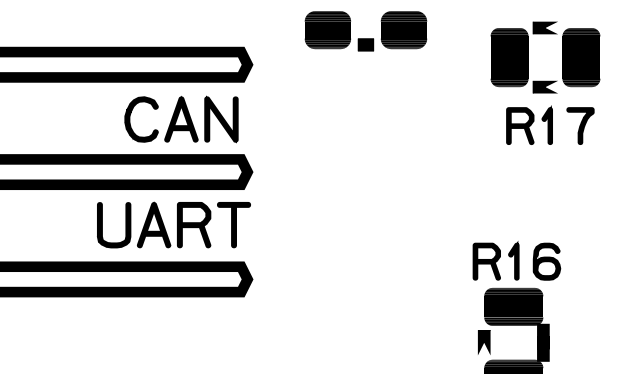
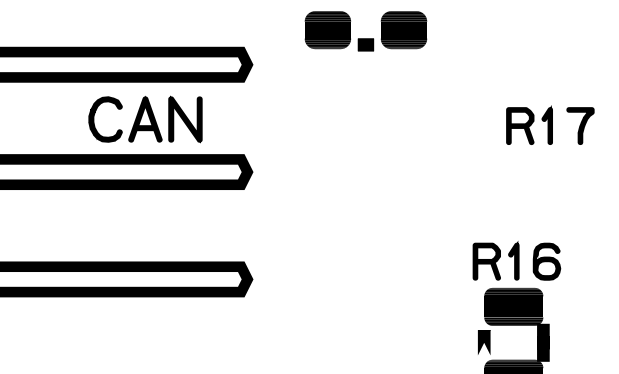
part at (528, 57): present -> none
part at (181, 119) position: (181, 119) -> (145, 119)
part at (173, 224): present -> none
